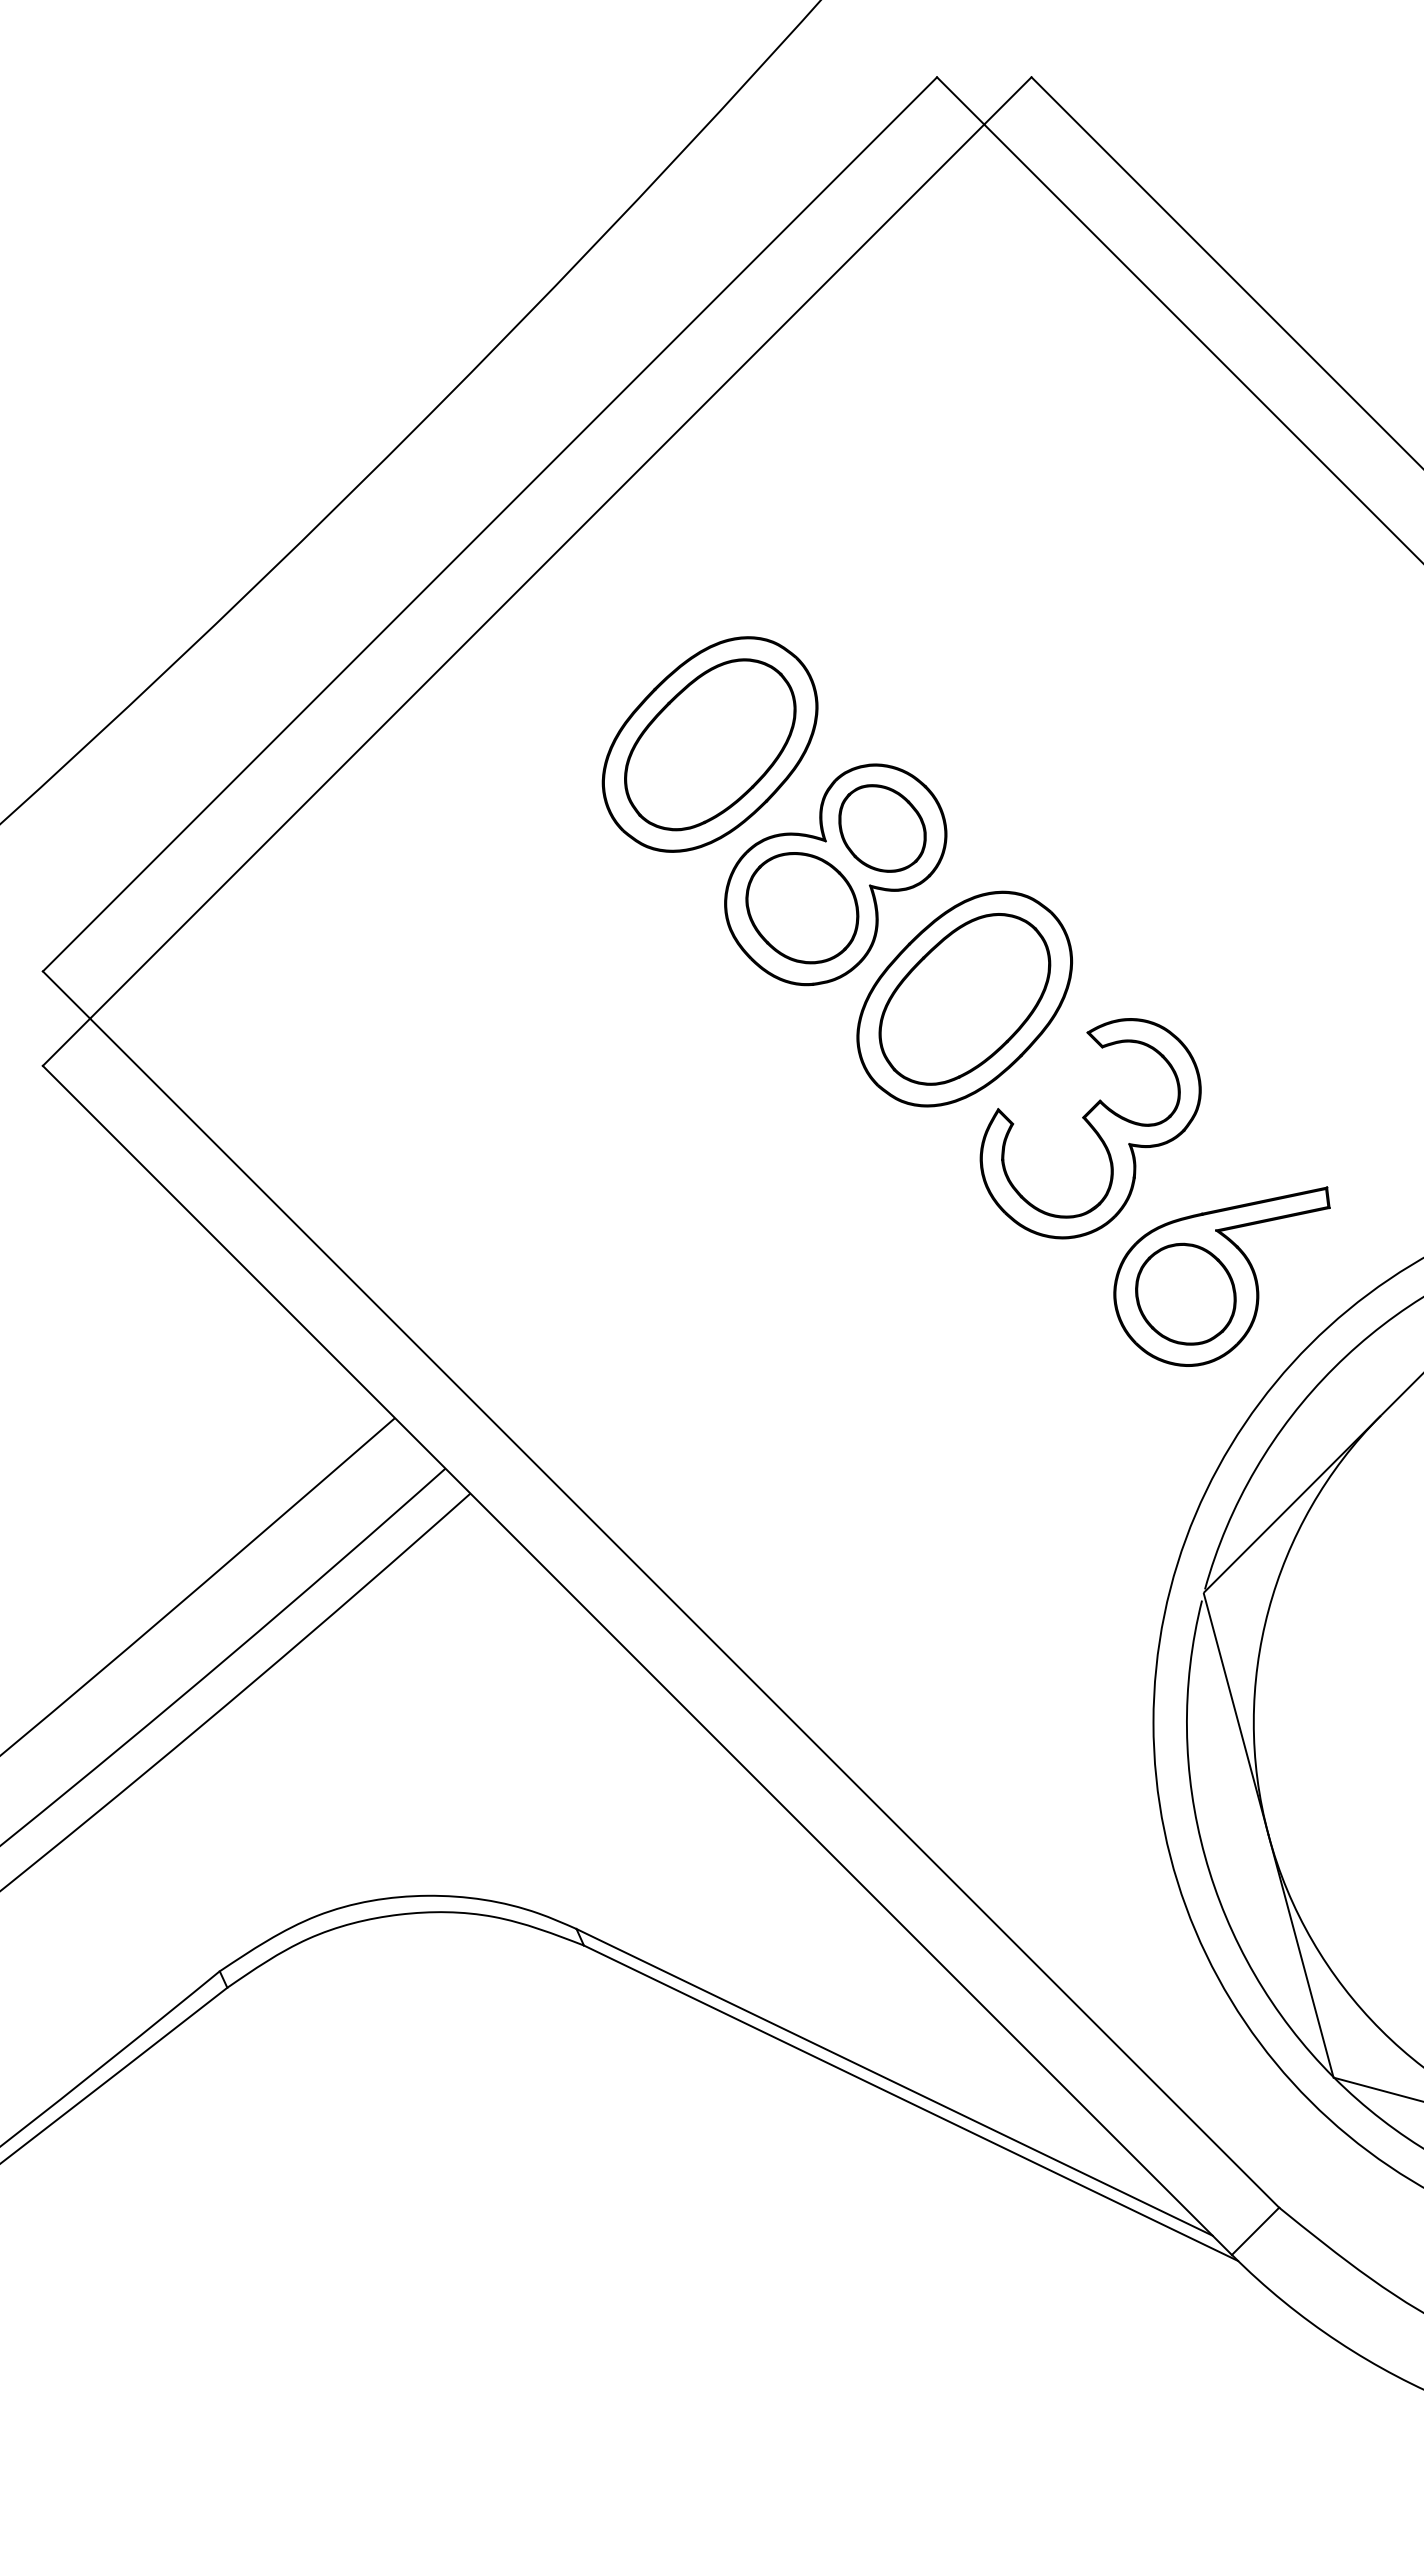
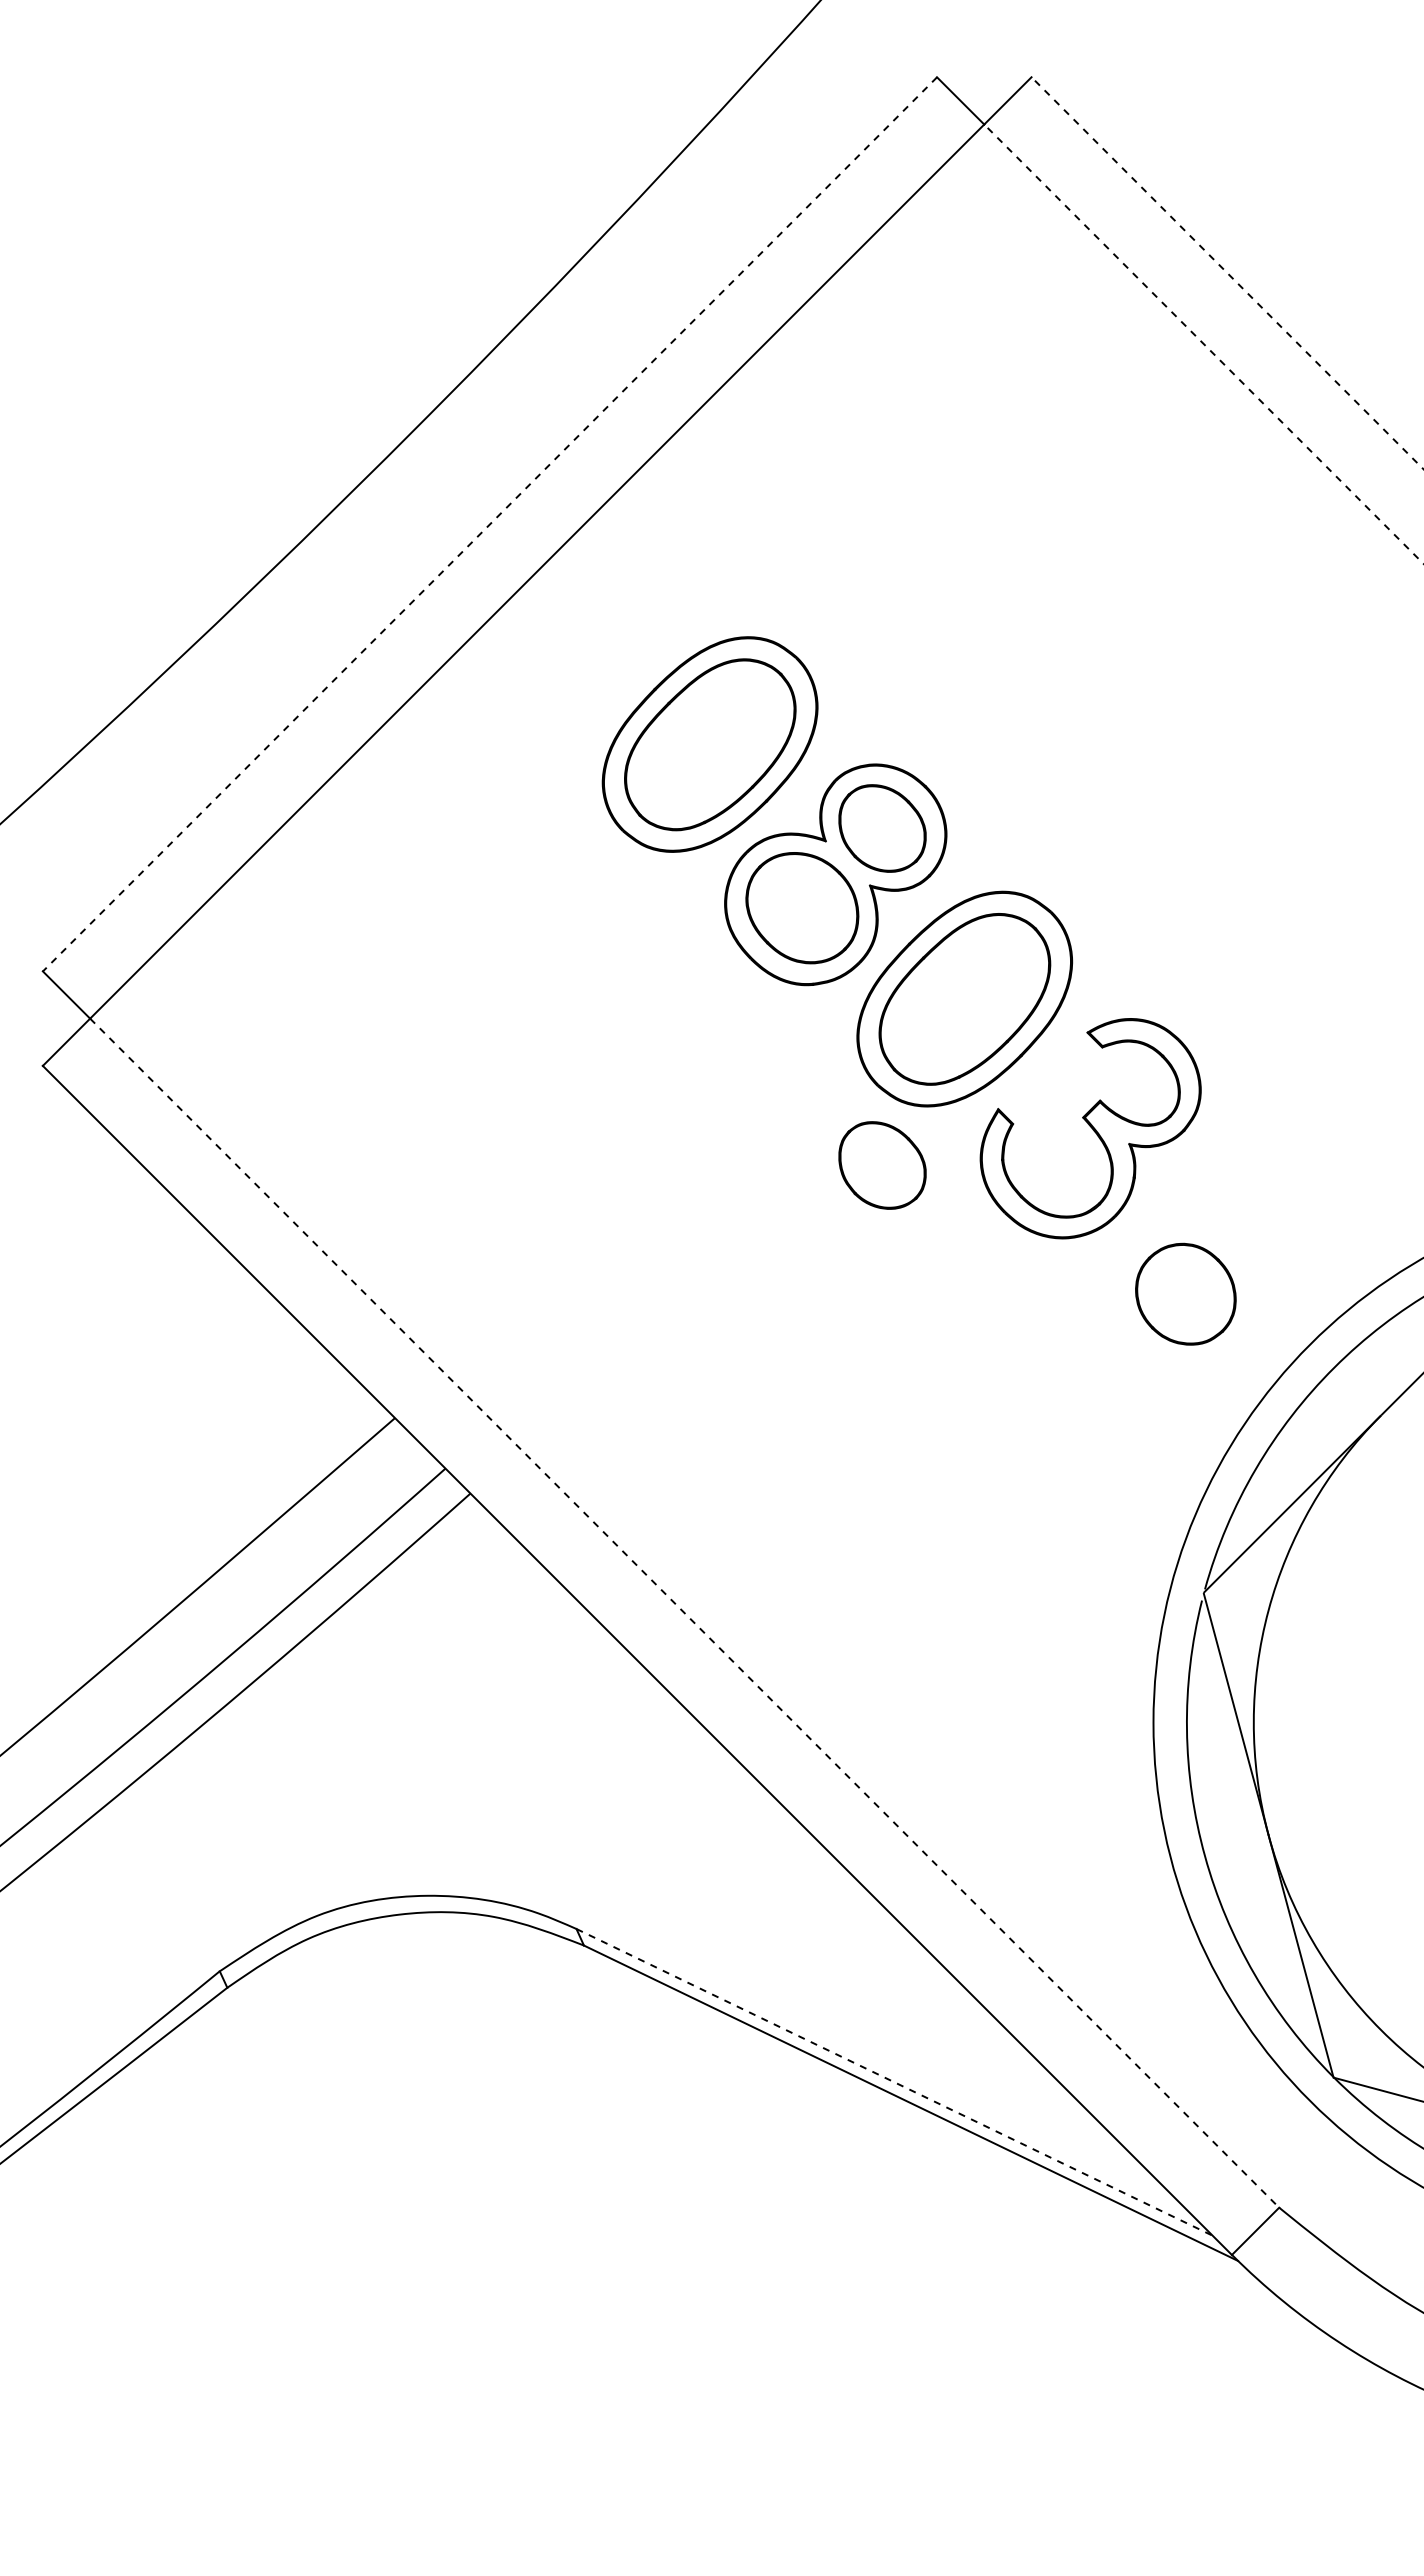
line at (1227, 273): solid -> dashed
line at (1204, 344): solid -> dashed
line at (489, 524): solid -> dashed
part at (882, 1165): none -> present
part at (1221, 1276): present -> none
line at (684, 1613): solid -> dashed
line at (895, 2082): solid -> dashed
